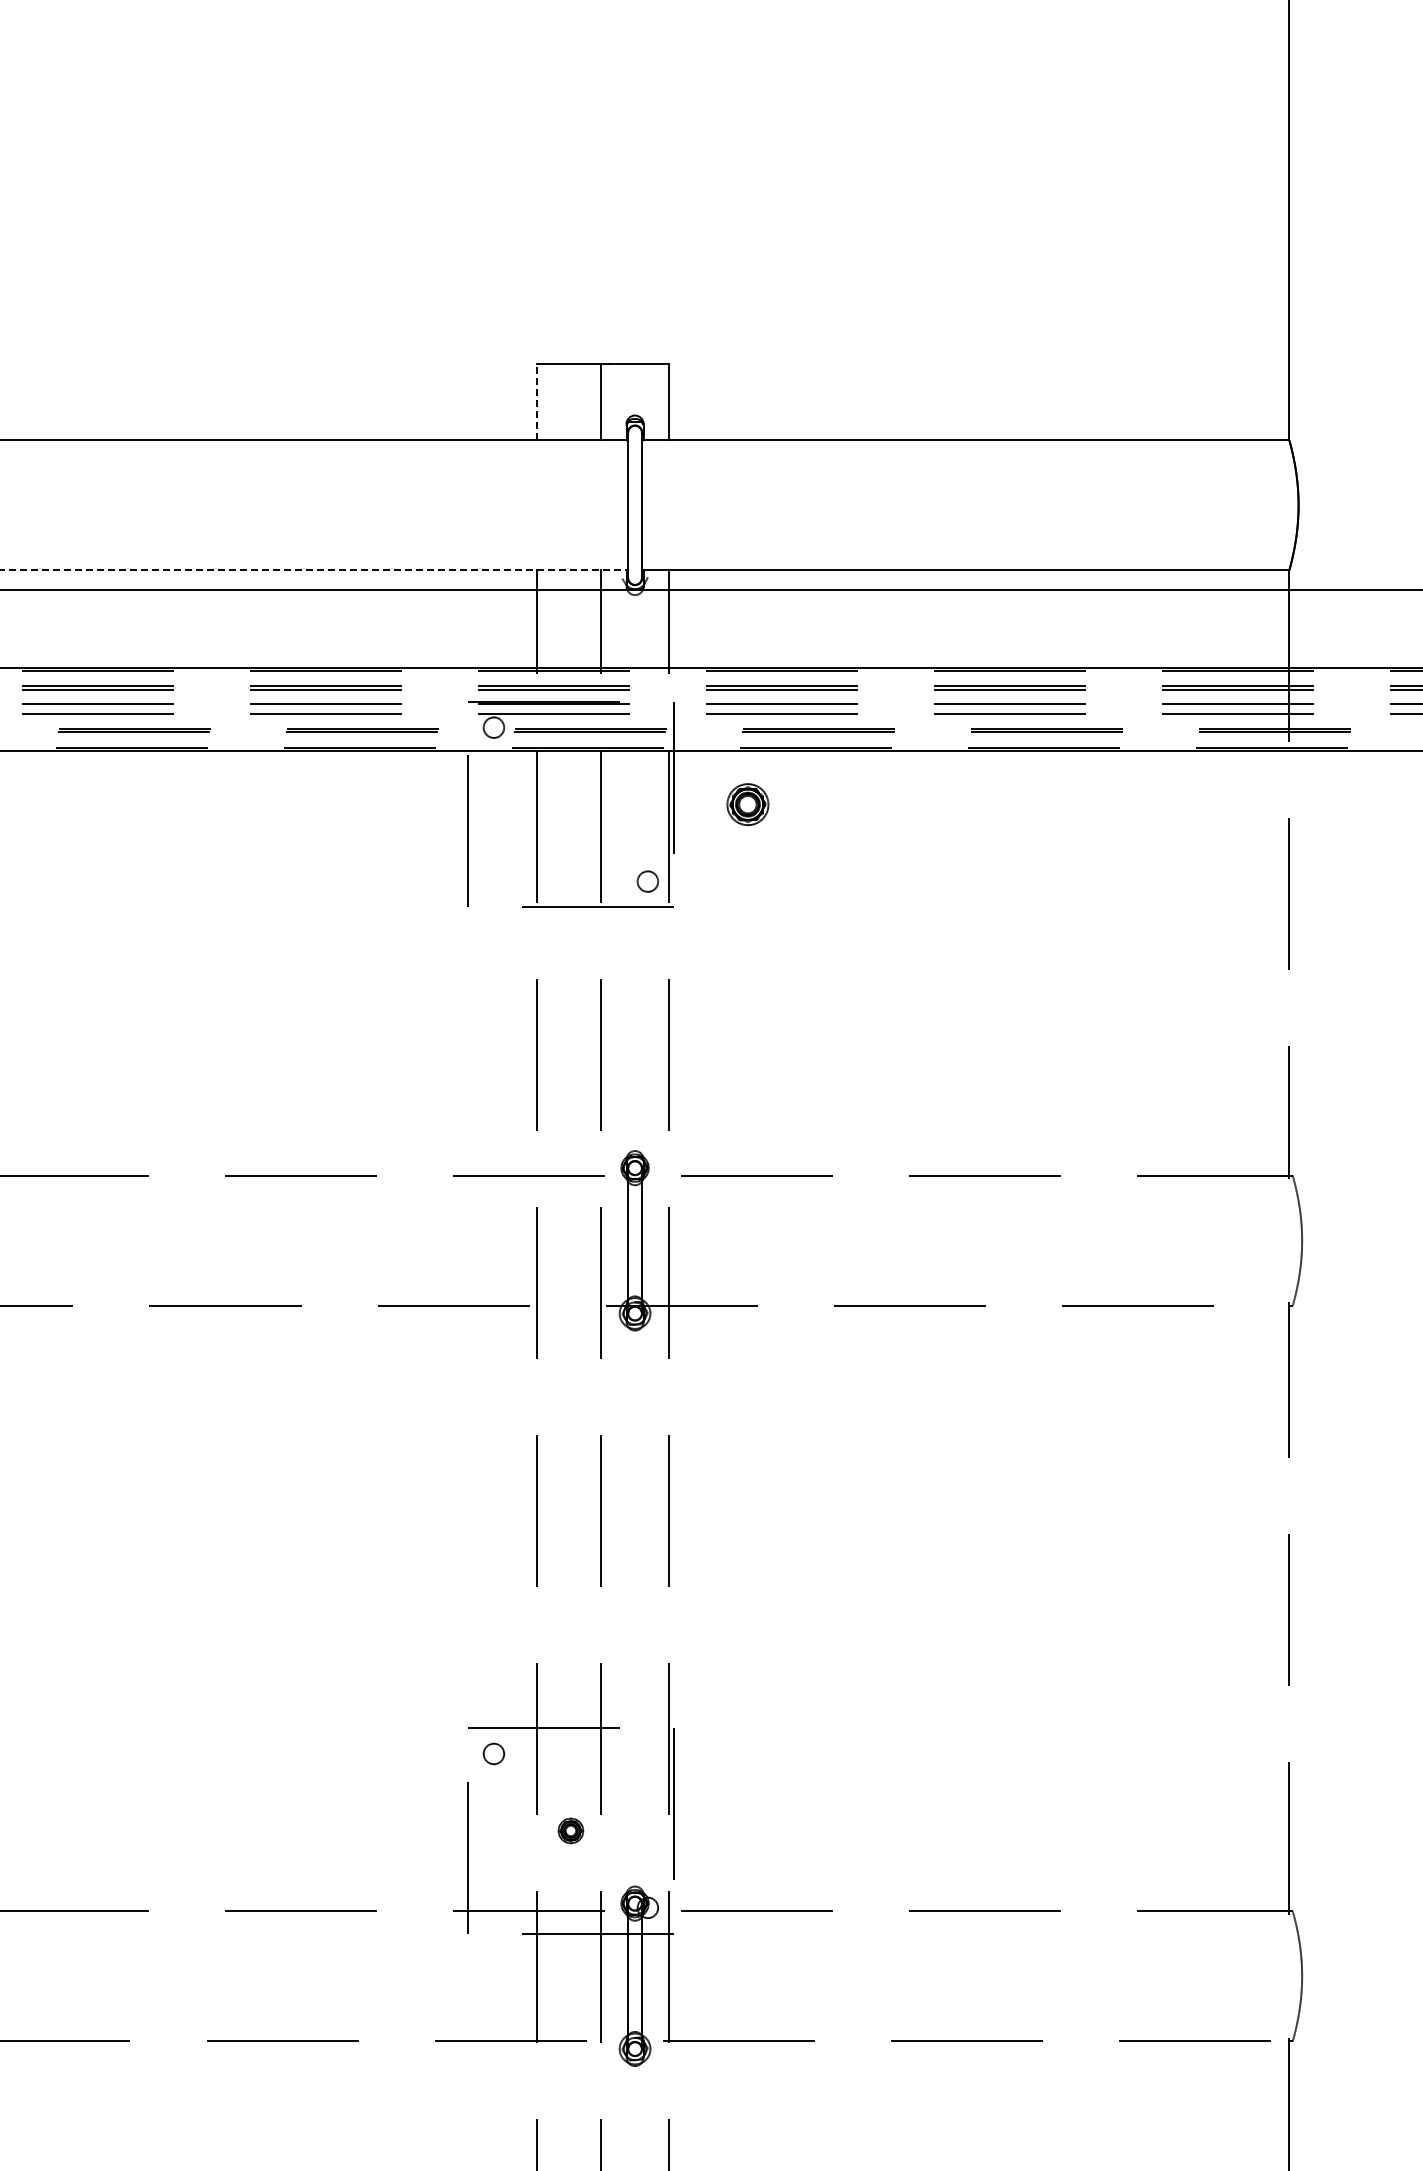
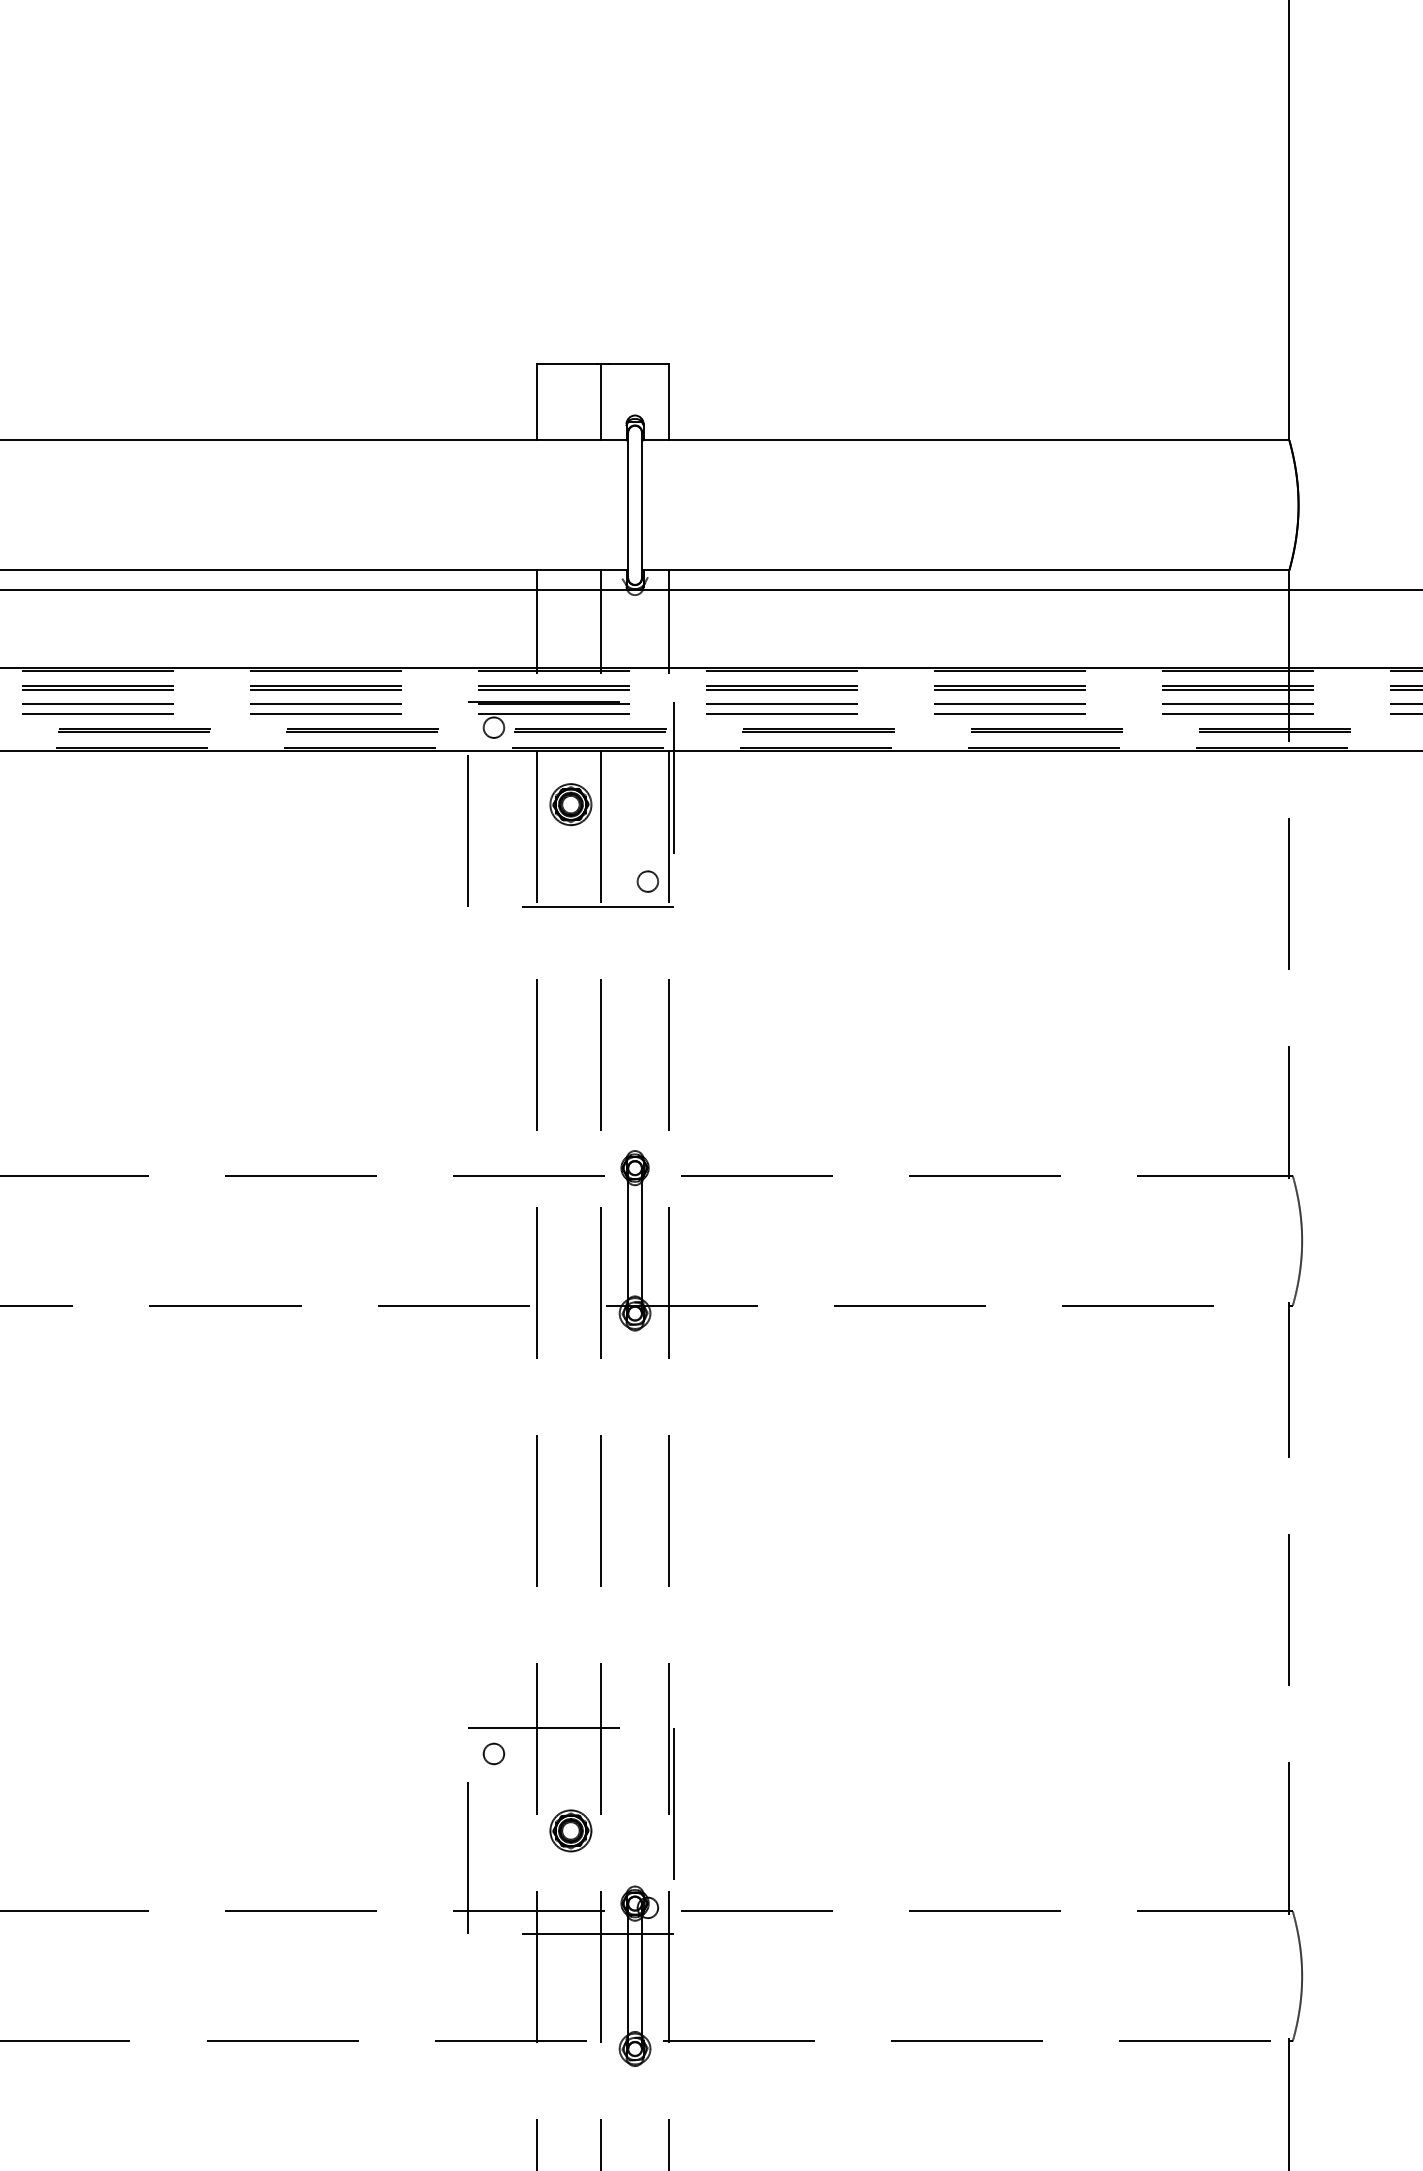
line at (536, 401): dashed -> solid
line at (314, 570): dashed -> solid
part at (747, 804) position: (747, 804) -> (570, 804)
part at (570, 1830) size: 28x28 px -> 44x44 px
